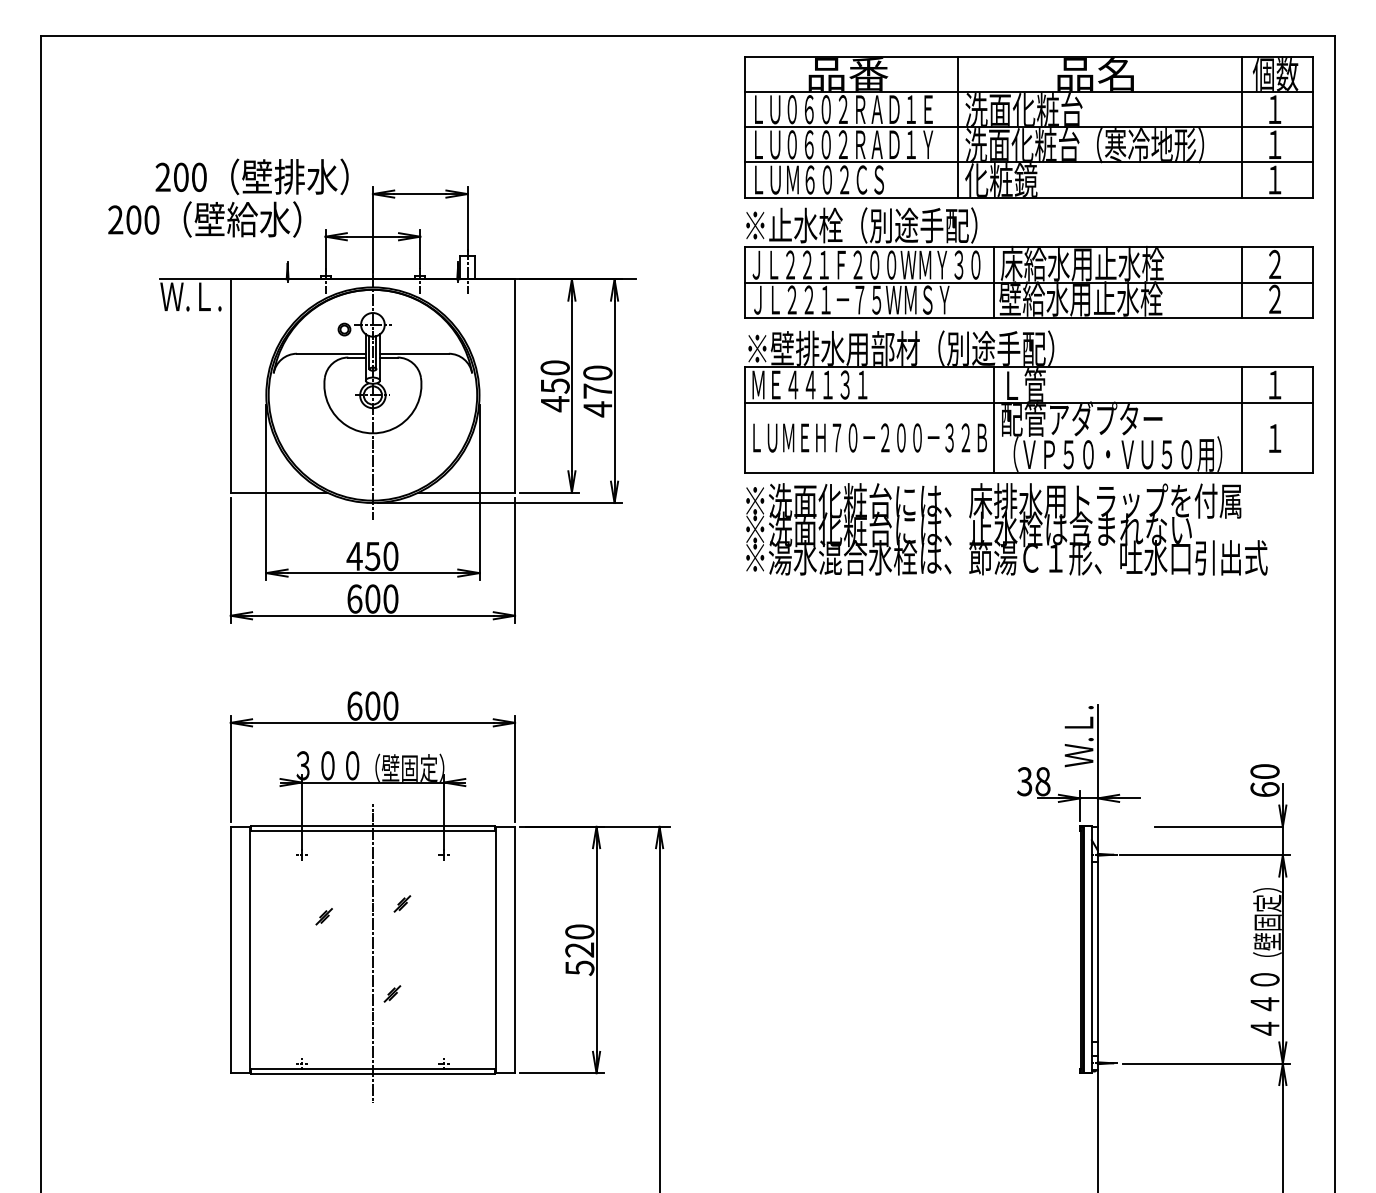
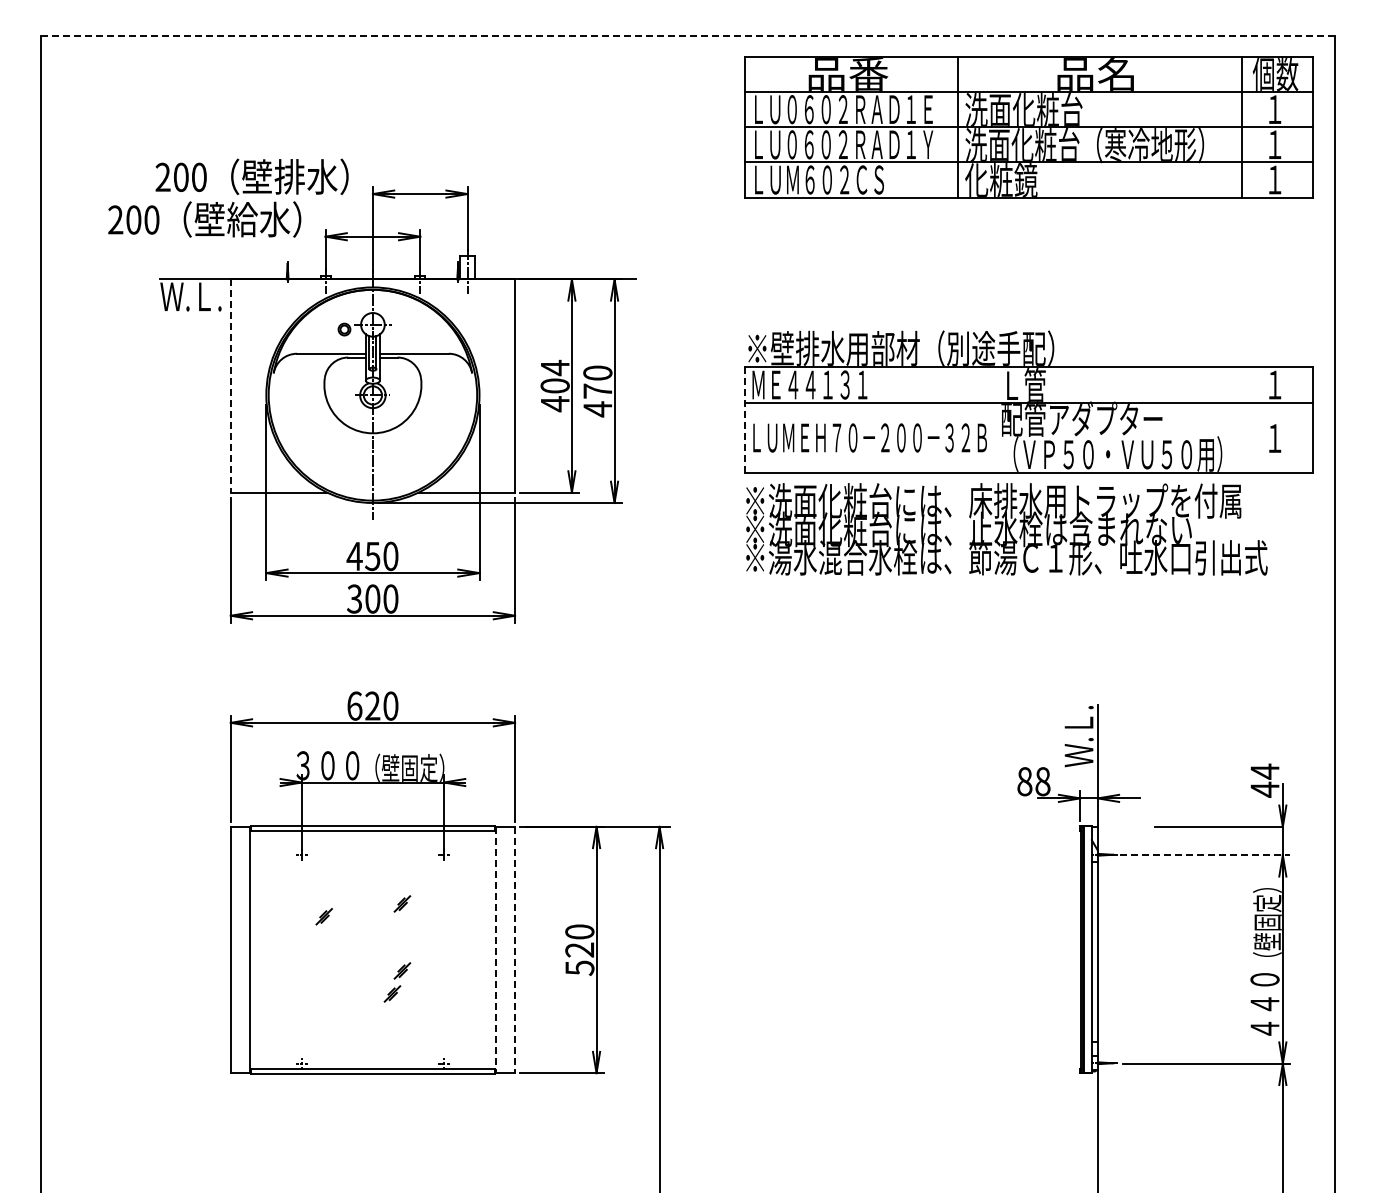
line at (687, 35): solid -> dashed
part at (1028, 262): present -> none
text at (554, 376): 450 -> 404
line at (230, 385): solid -> dashed
line at (744, 420): solid -> dashed
line at (993, 420): present -> none
line at (1242, 420): present -> none
text at (354, 598): 600 -> 300
text at (372, 705): 600 -> 620
text at (1264, 780): 60 -> 44
text at (1024, 781): 38 -> 88
line at (1205, 855): solid -> dashed
line at (495, 950): solid -> dashed
line at (515, 950): solid -> dashed
line at (372, 953): present -> none
part at (402, 970): none -> present
